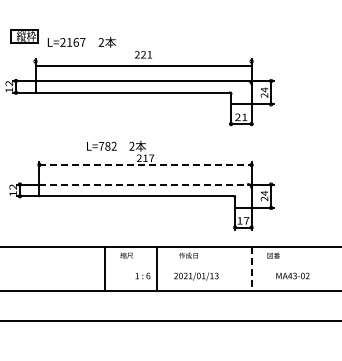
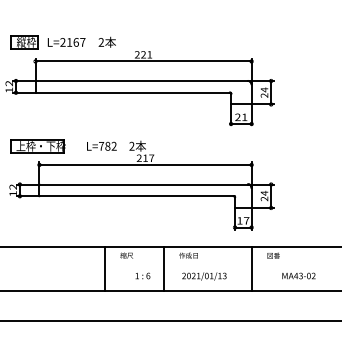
part at (24, 36) position: (24, 36) -> (24, 42)
line at (143, 66) position: (143, 66) -> (143, 61)
part at (37, 146): none -> present
line at (146, 164): dashed -> solid
line at (144, 184): dashed -> solid
line at (157, 269) position: (157, 269) -> (164, 269)
line at (252, 269): dashed -> solid
text at (292, 275) position: (292, 275) -> (298, 275)
text at (196, 276) position: (196, 276) -> (204, 276)
